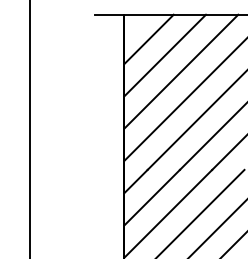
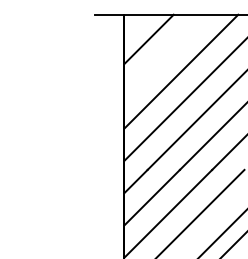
line at (165, 55): present -> none
line at (29, 128): present -> none
line at (217, 228) position: (217, 228) -> (222, 233)
